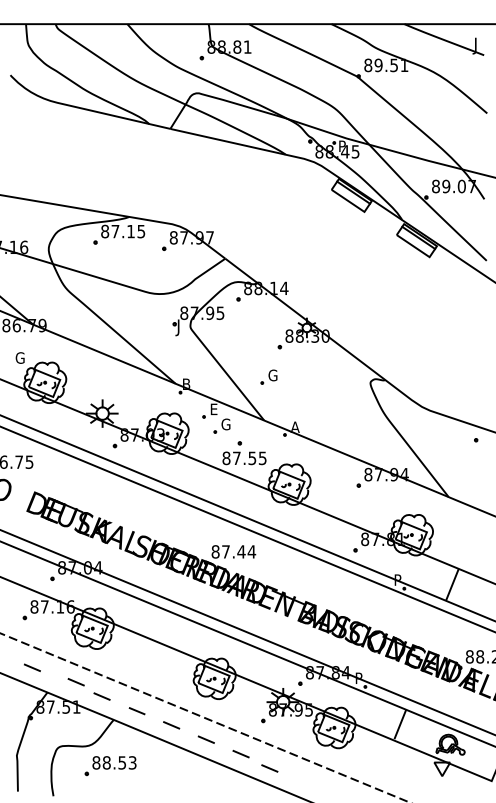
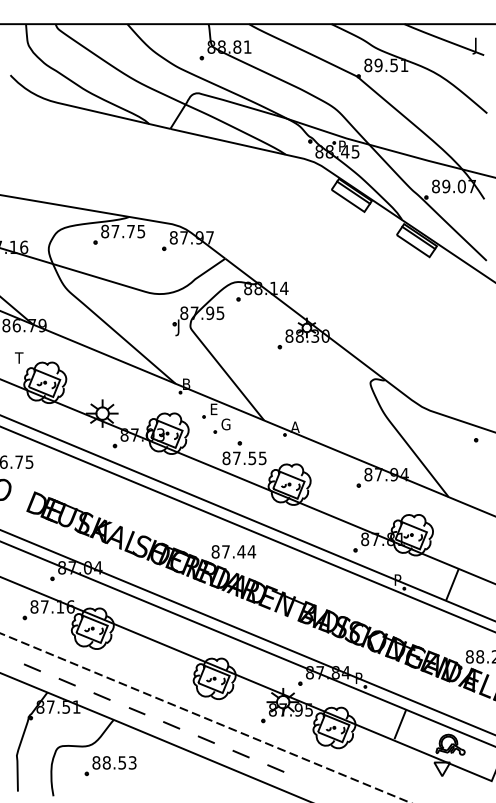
text at (130, 231): 87.15 -> 87.75
text at (19, 357): G -> T
part at (268, 376): present -> none
line at (75, 682) position: (75, 682) -> (66, 682)
line at (269, 768) position: (269, 768) -> (275, 768)
